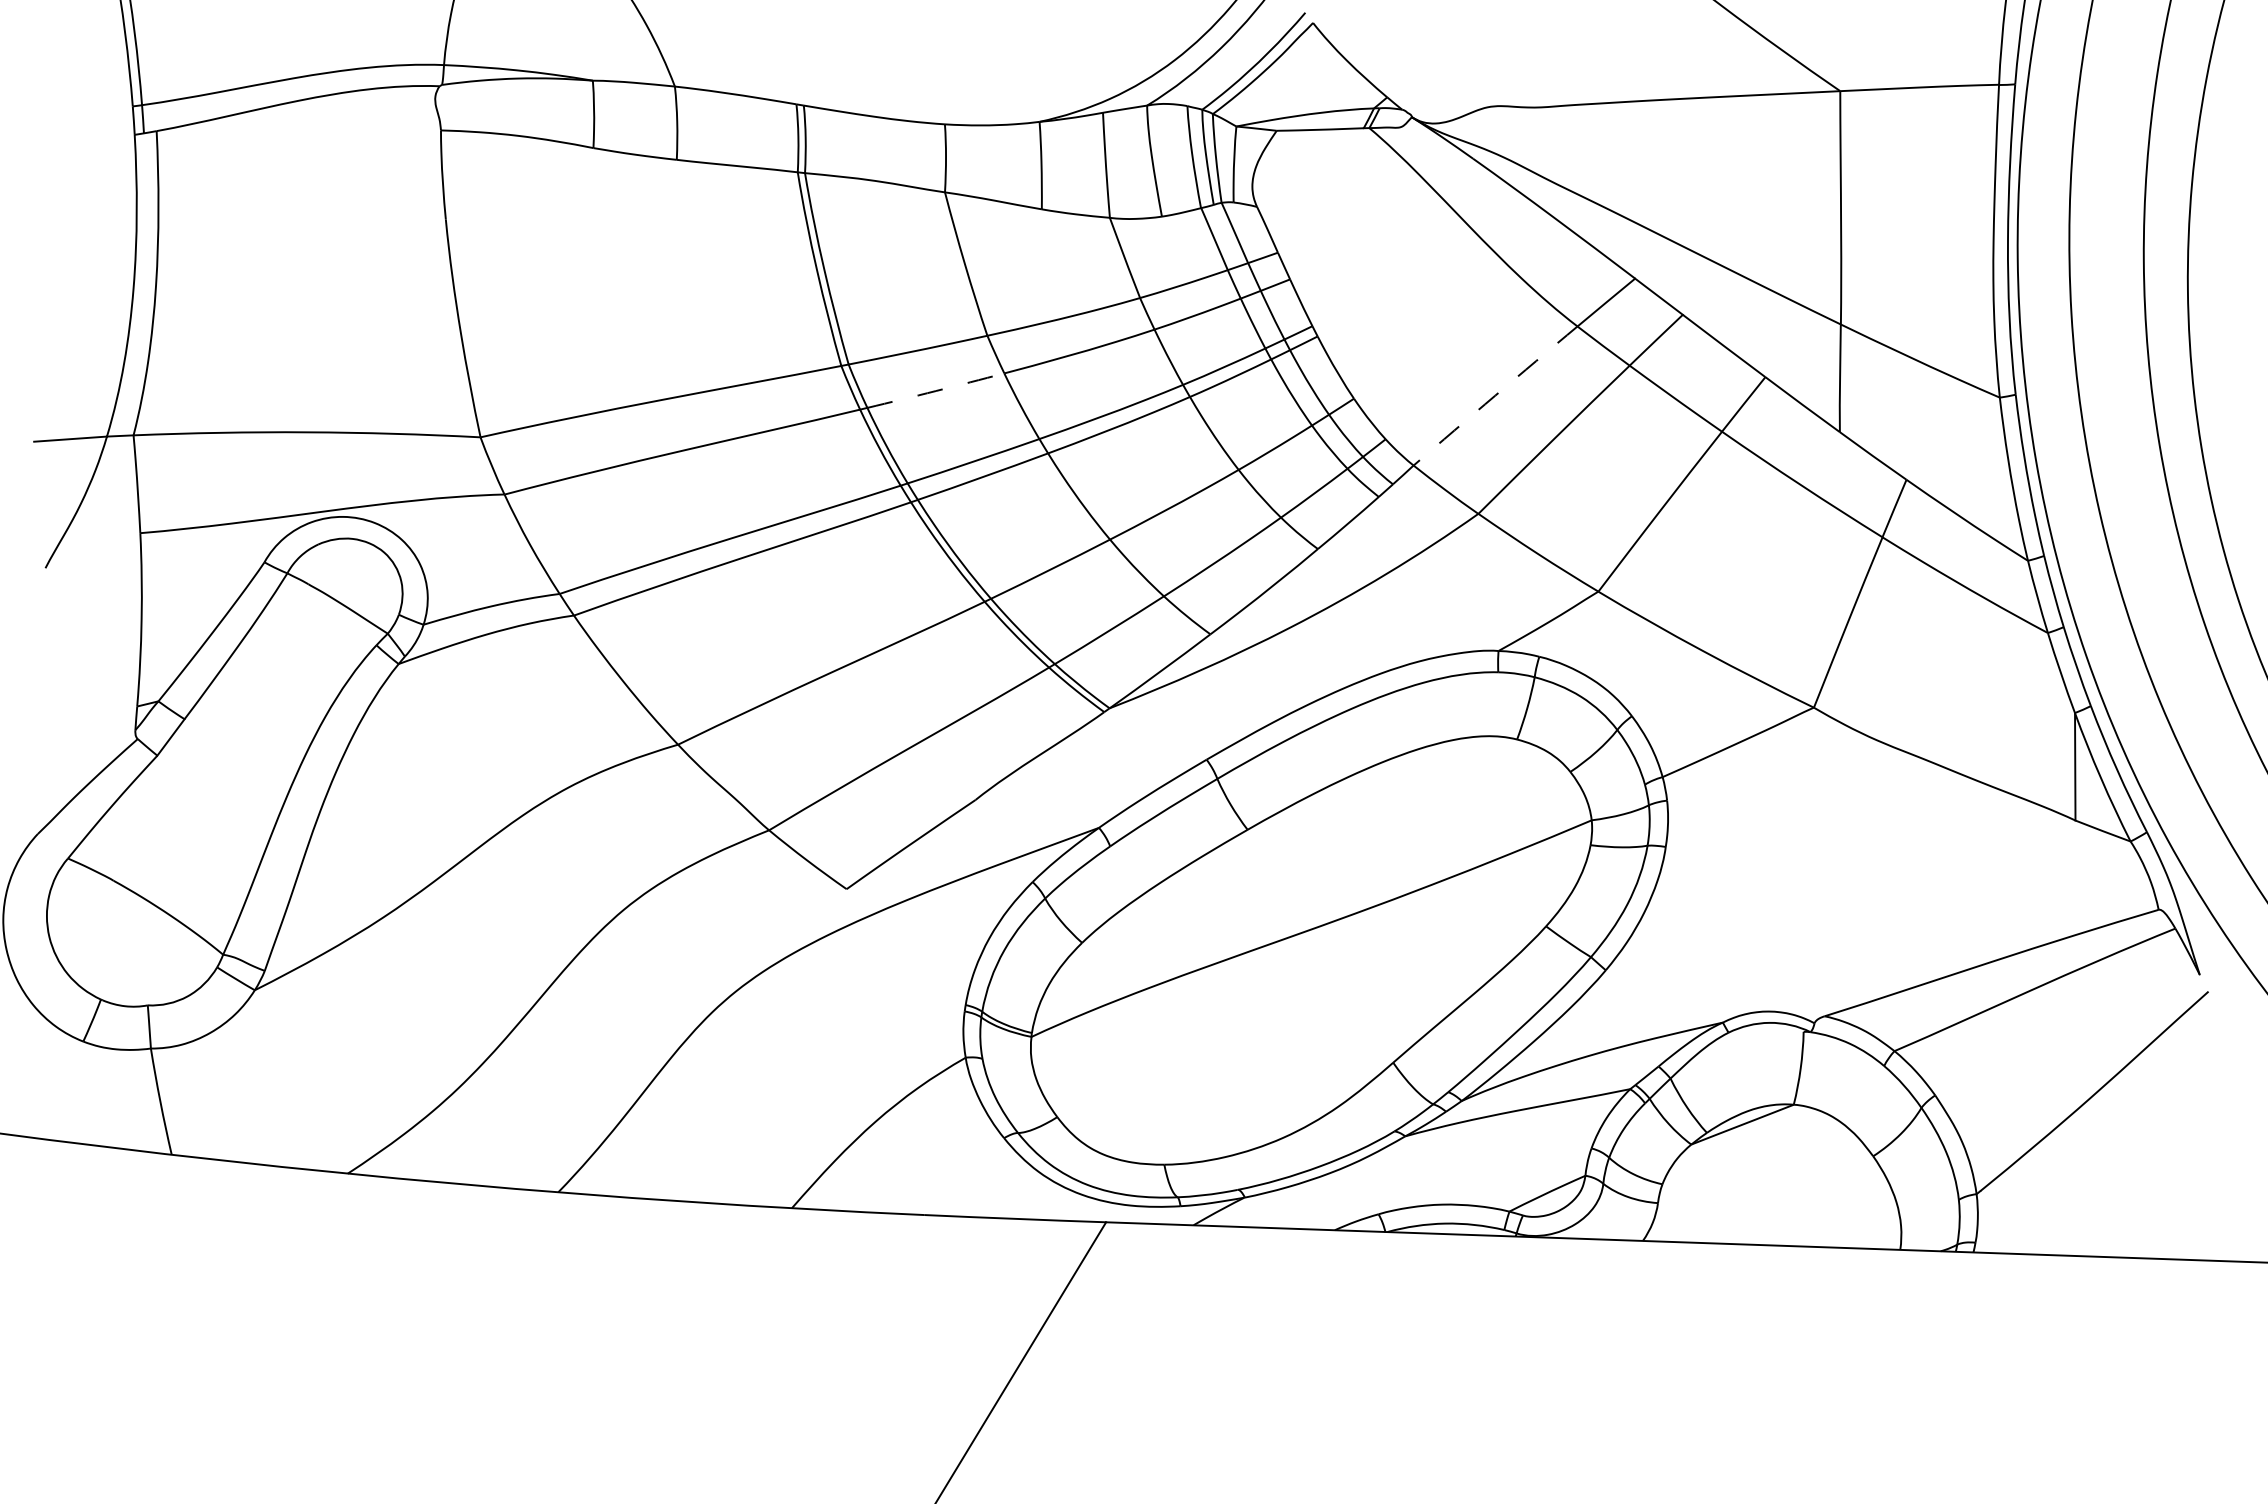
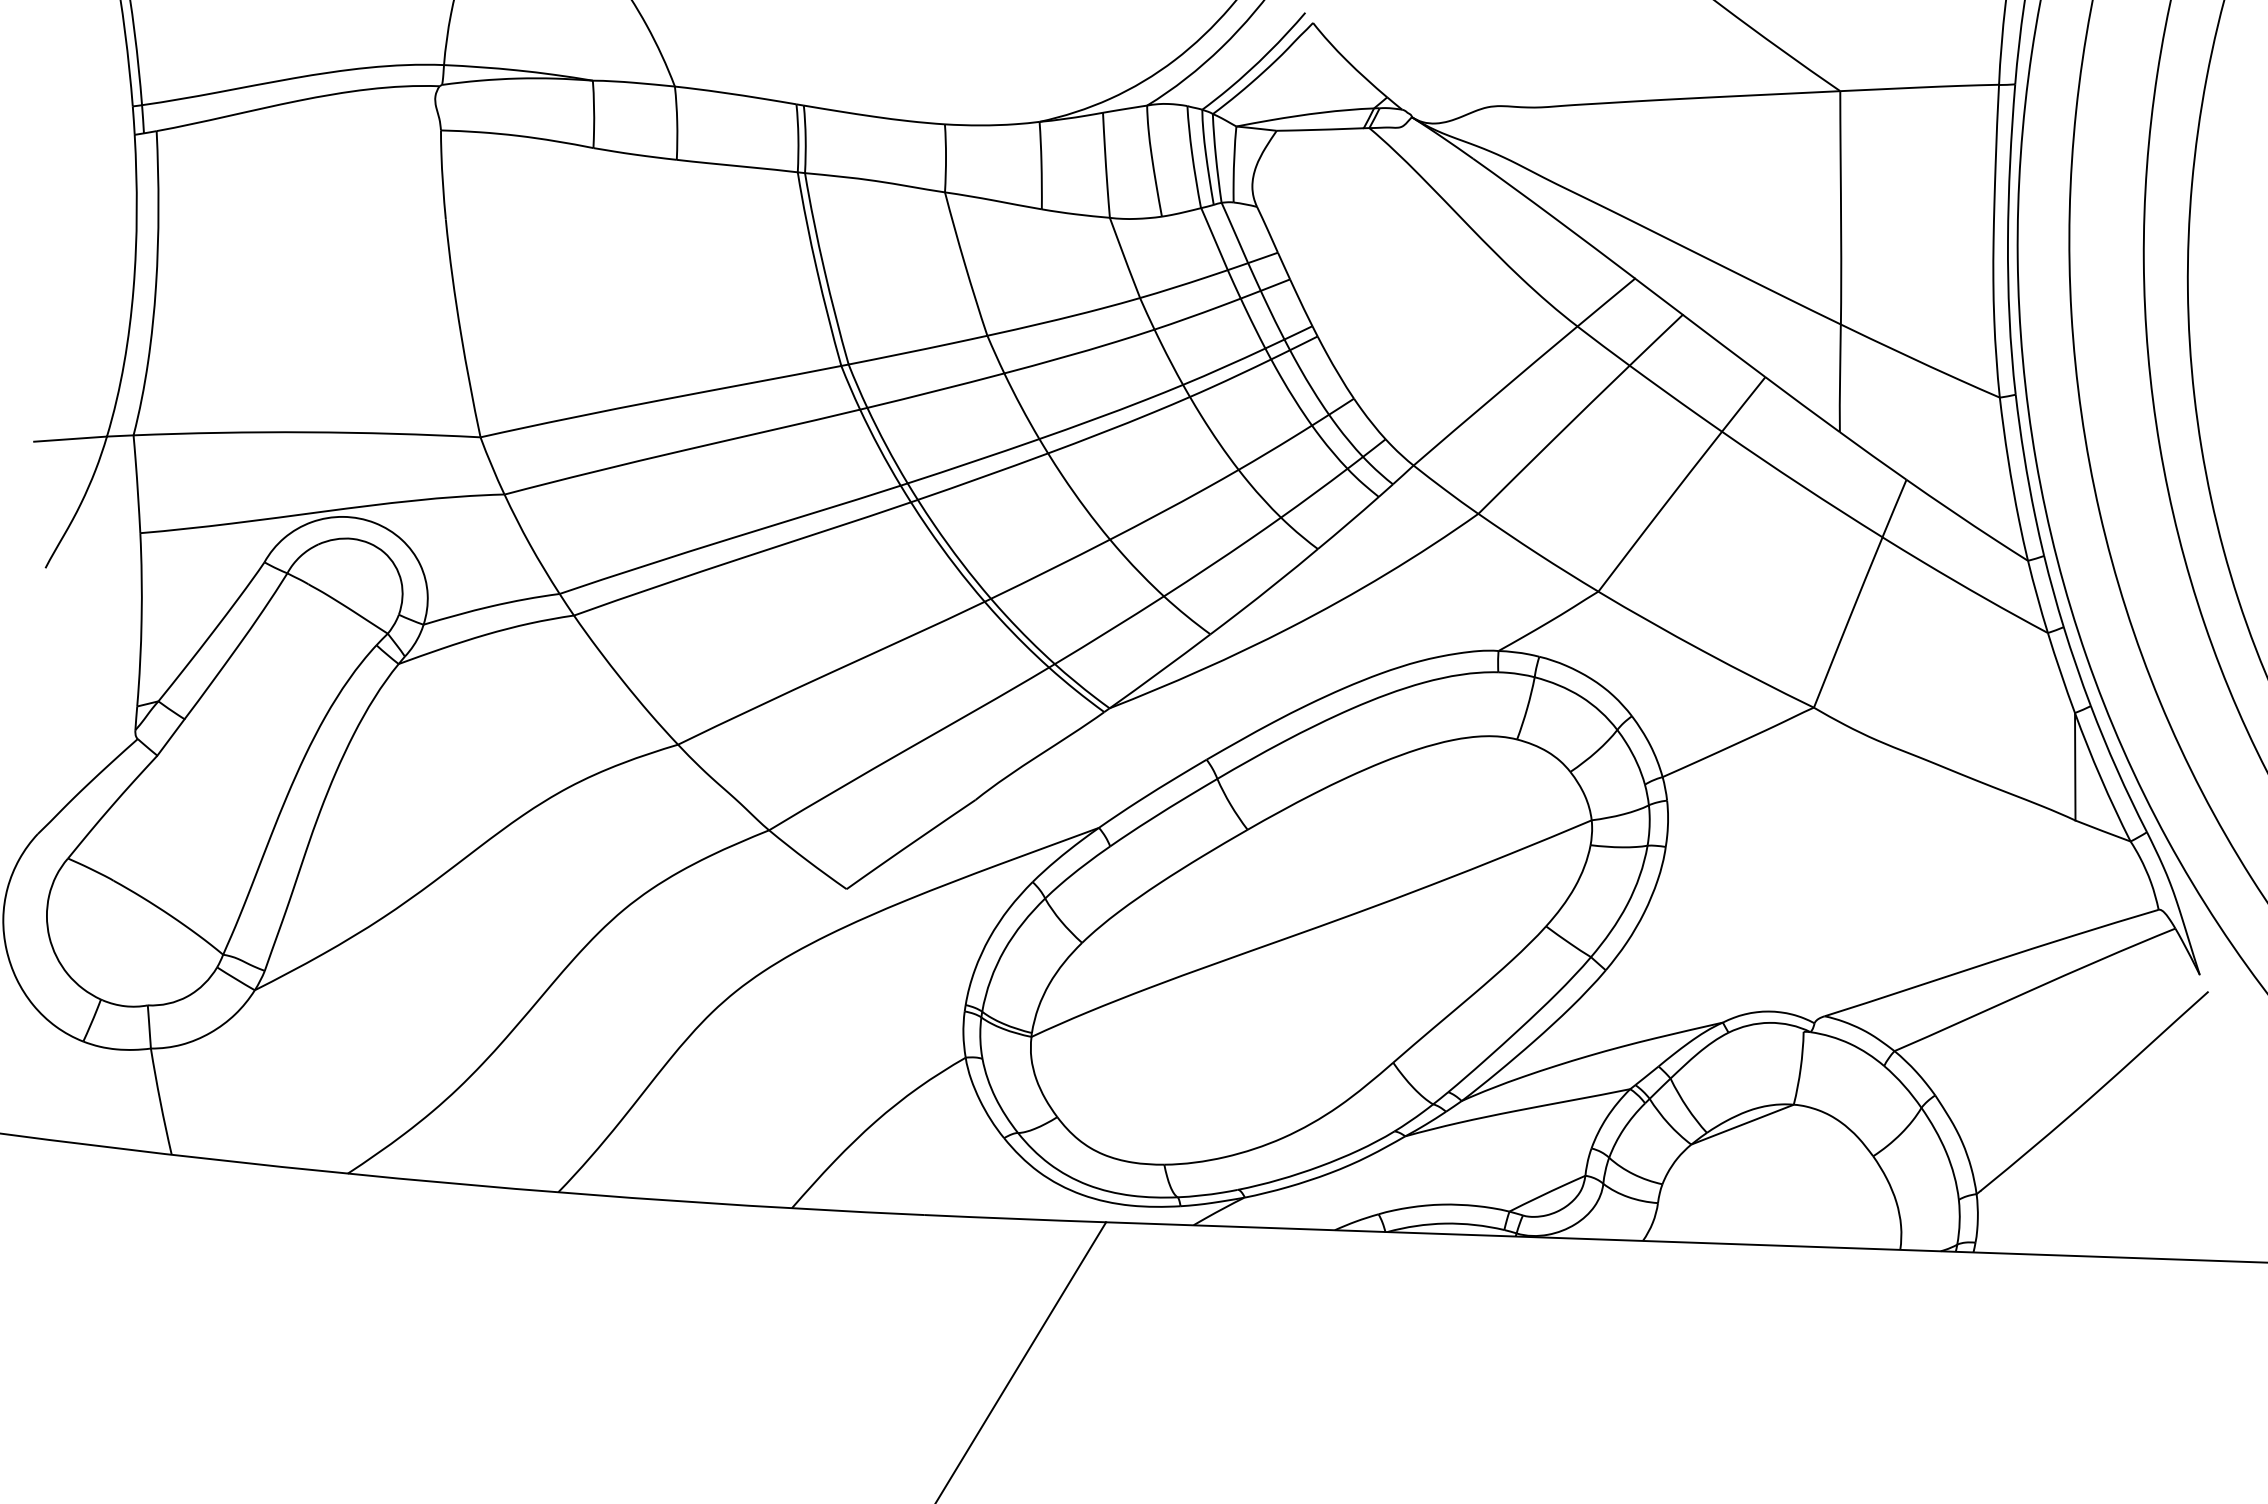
arc at (935, 391): dashed -> solid
arc at (1495, 395): dashed -> solid
